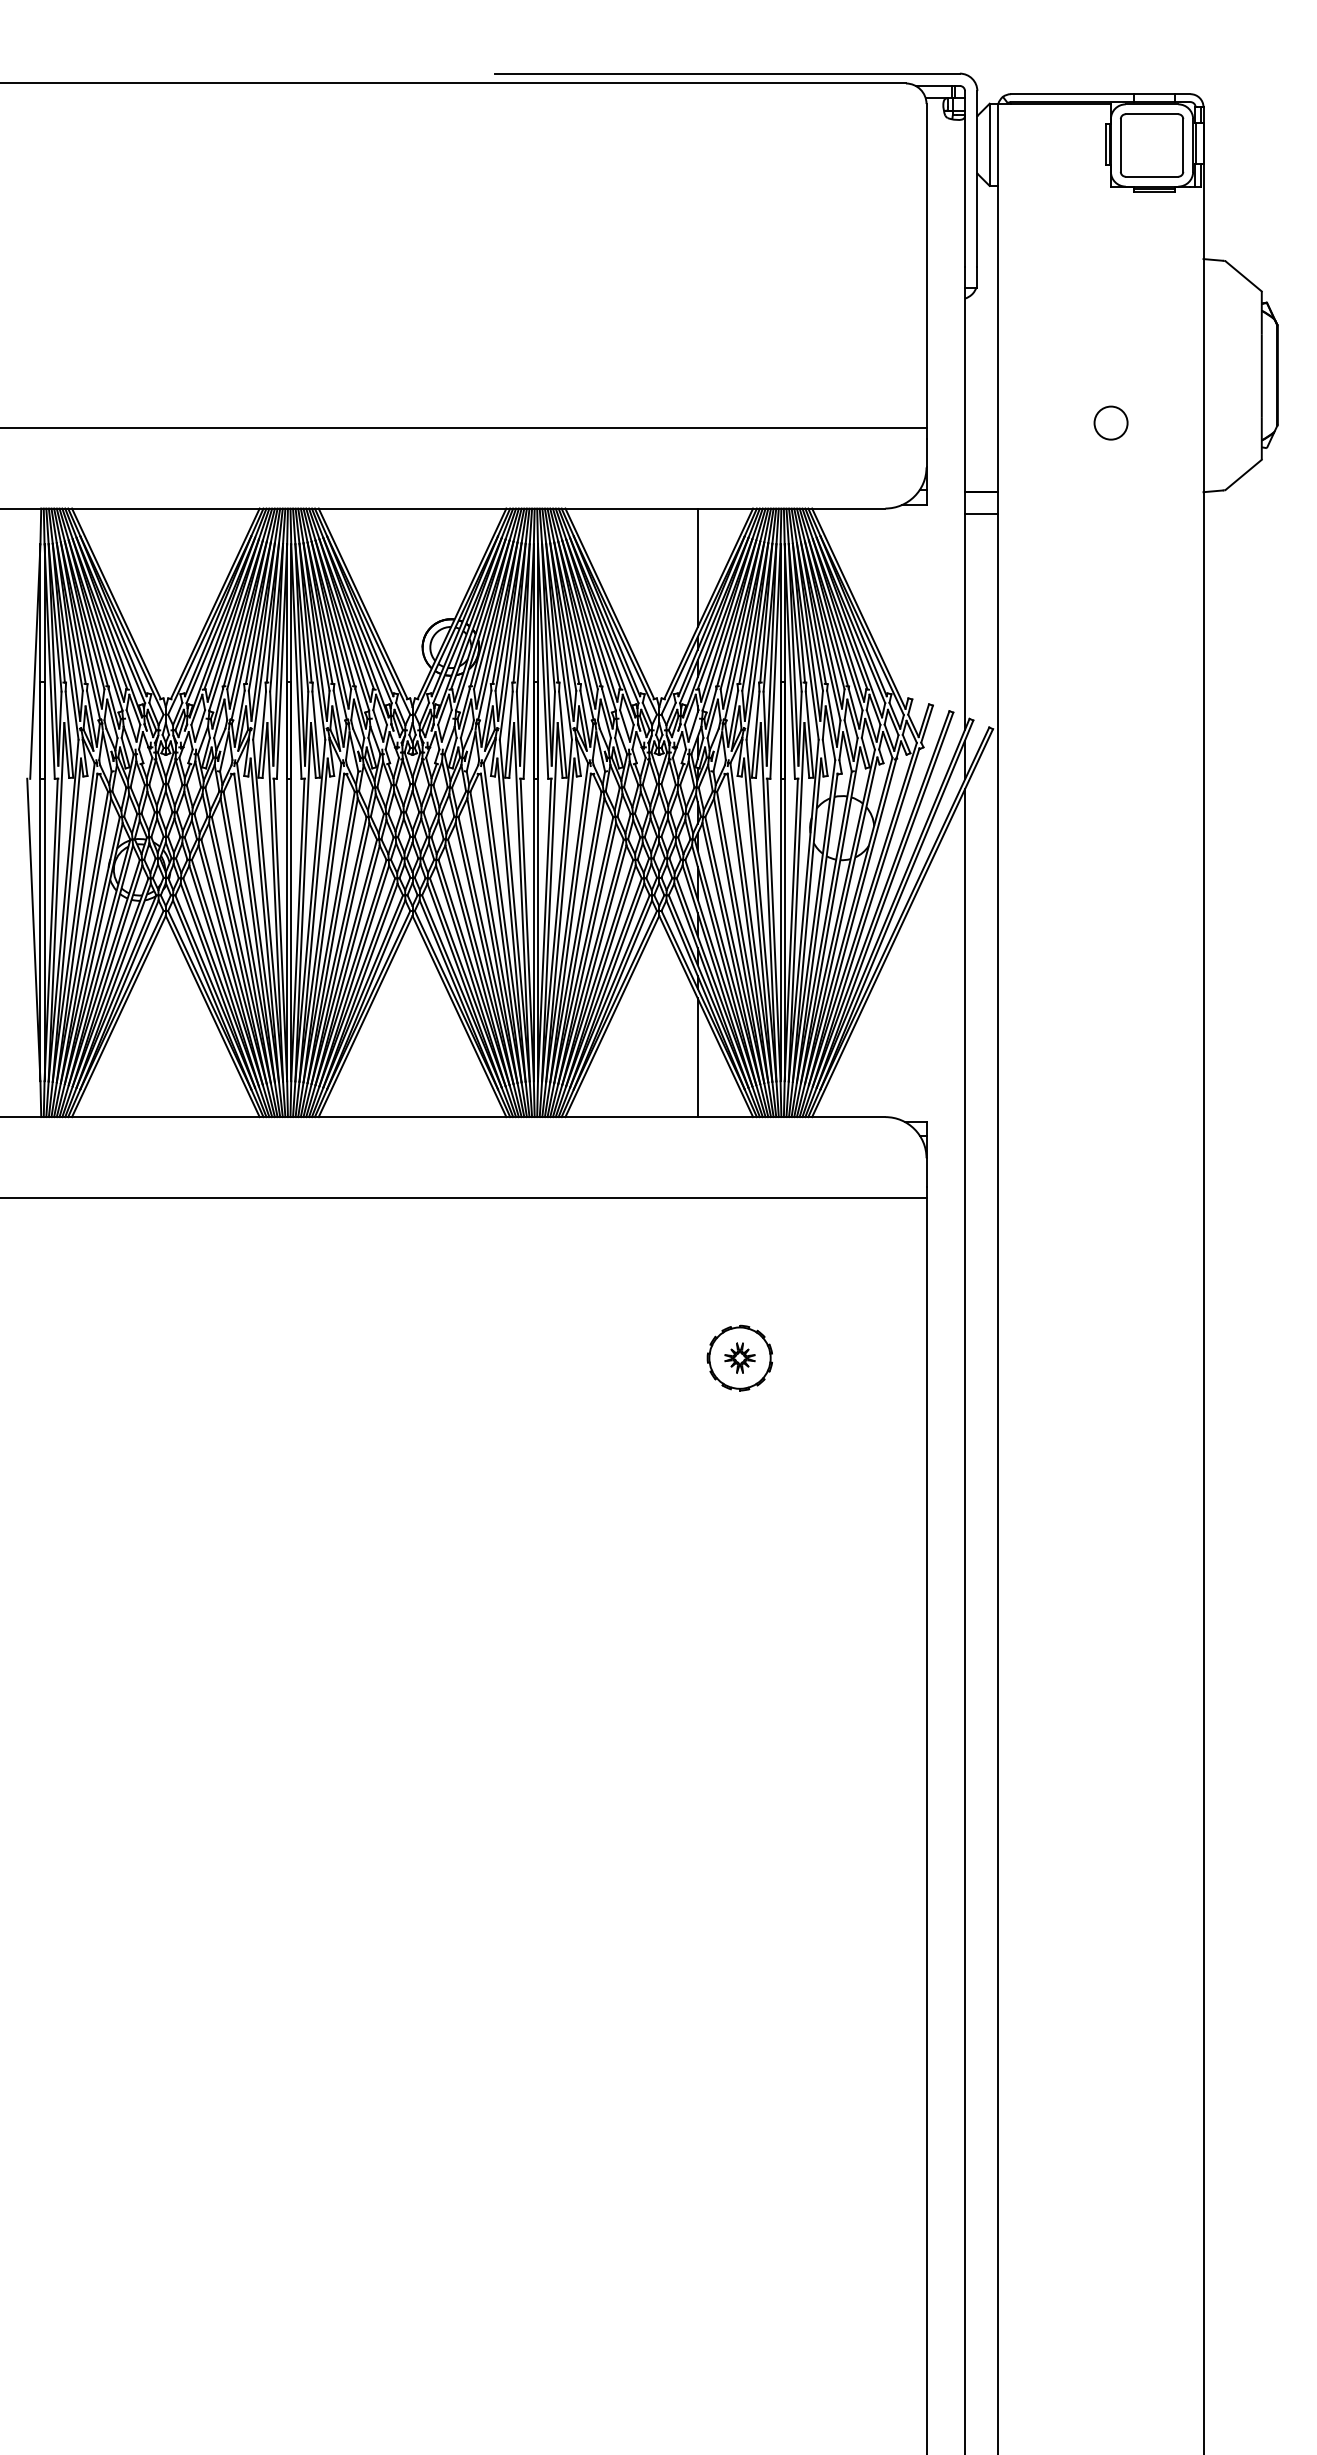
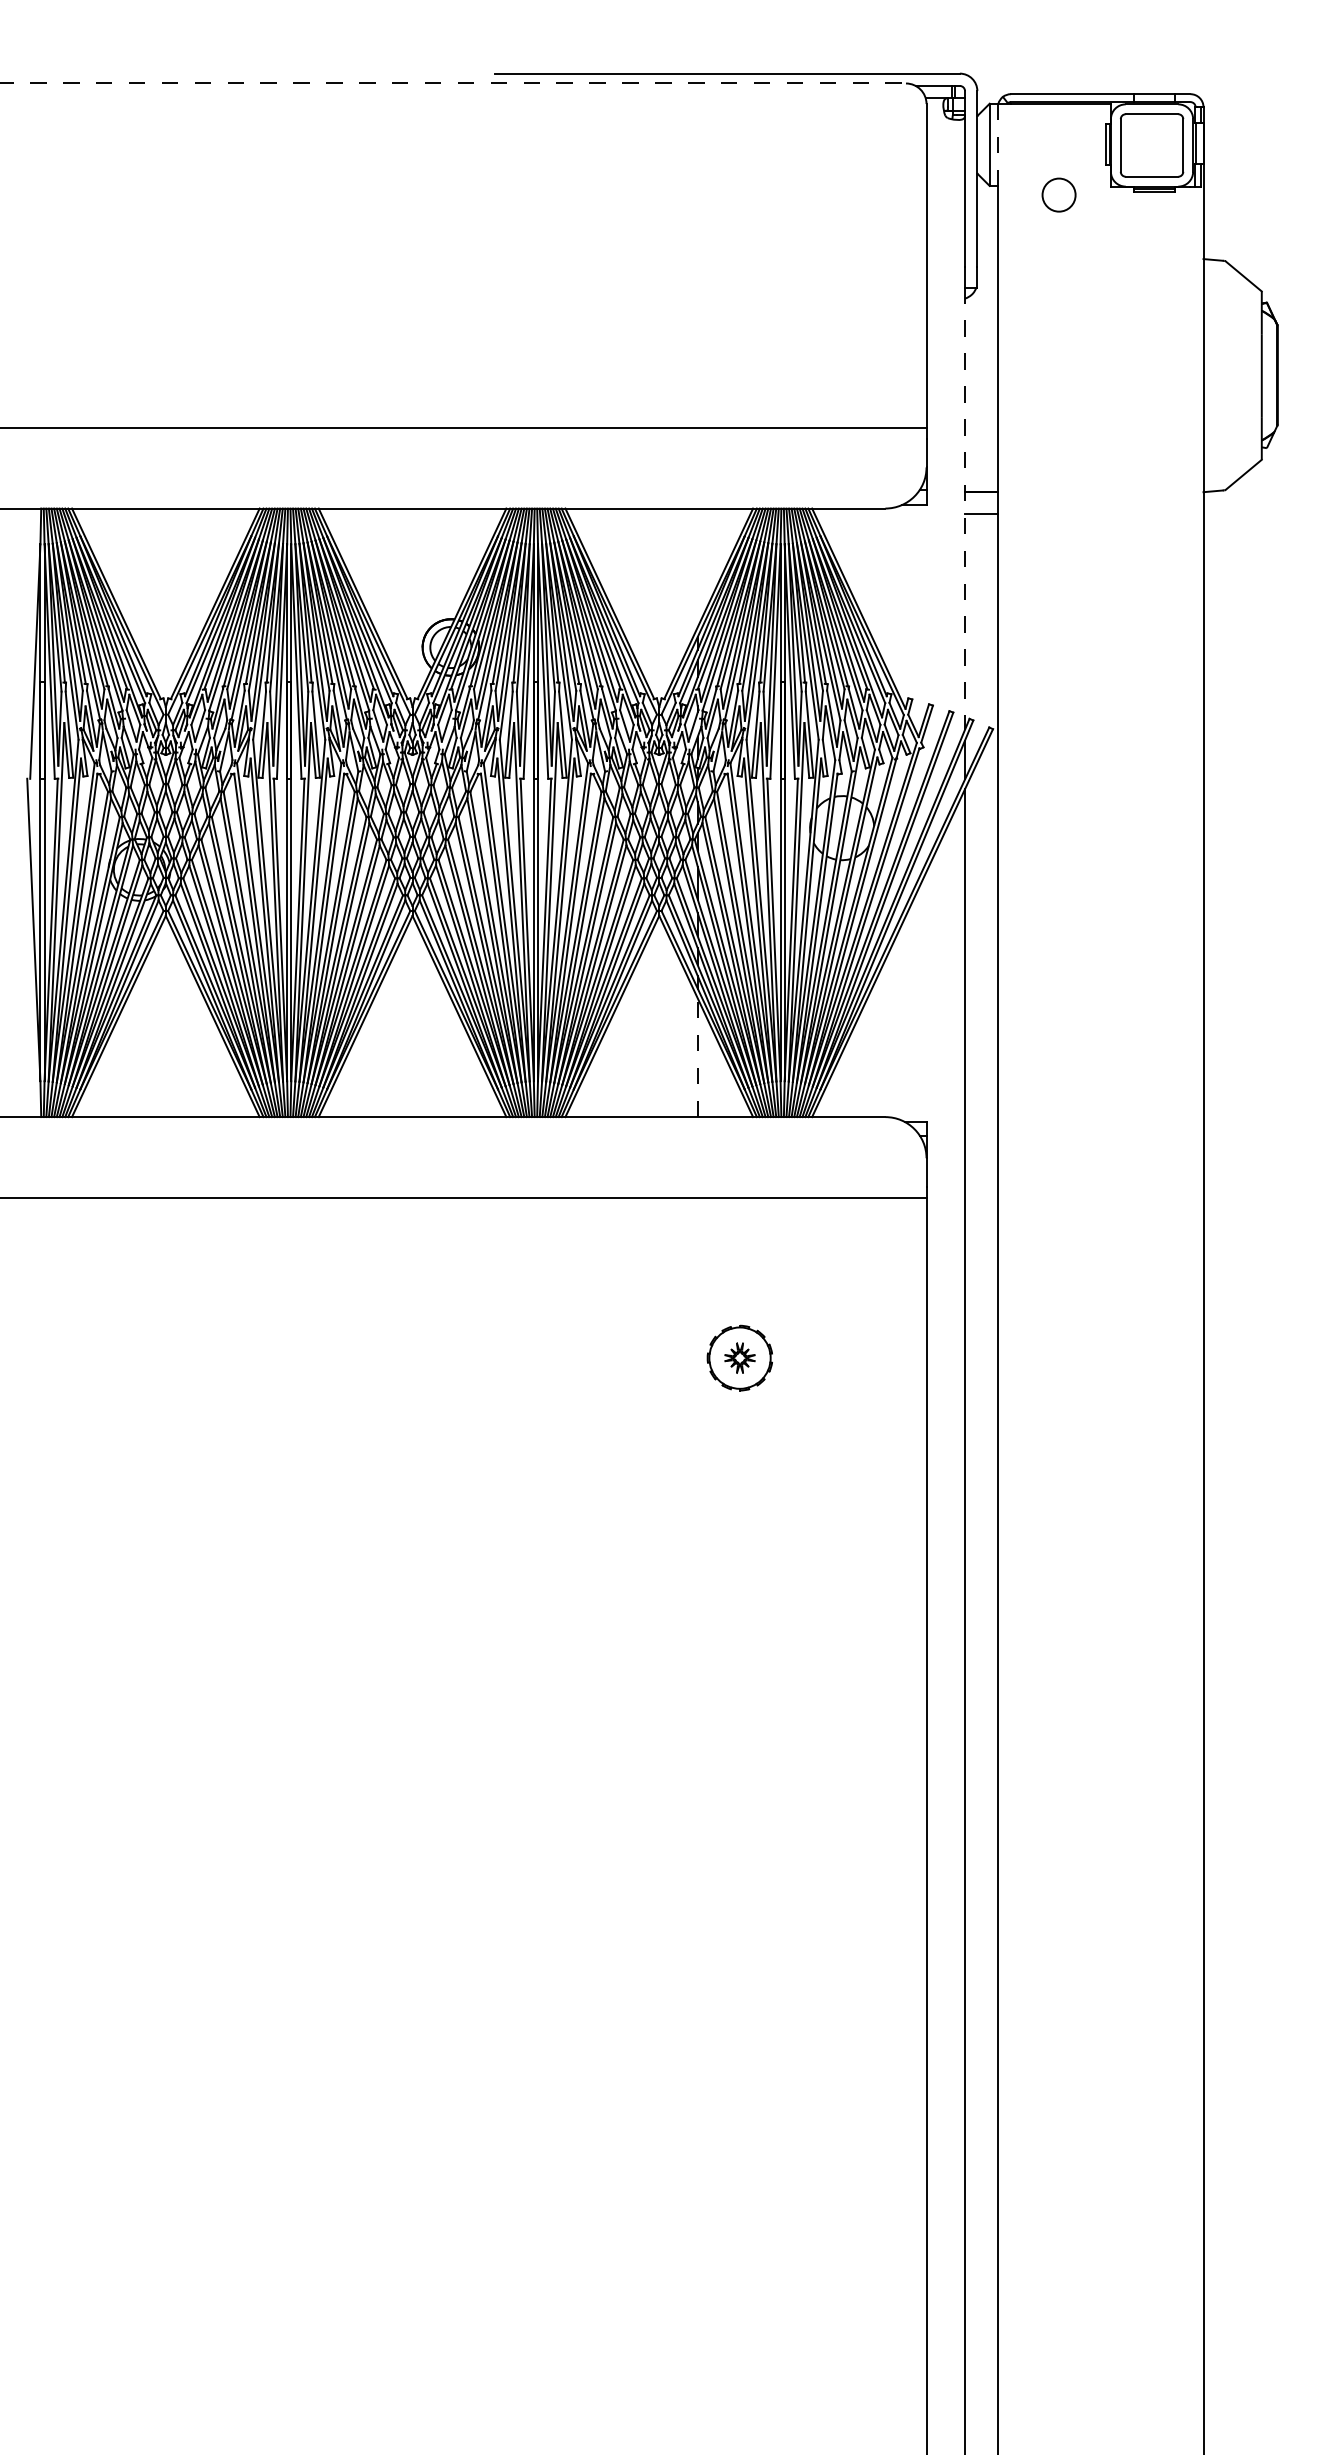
line at (453, 83): solid -> dashed
line at (997, 144): solid -> dashed
circle at (1110, 422) position: (1110, 422) -> (1058, 194)
line at (965, 509): solid -> dashed
line at (697, 567): present -> none
line at (697, 1057): solid -> dashed
